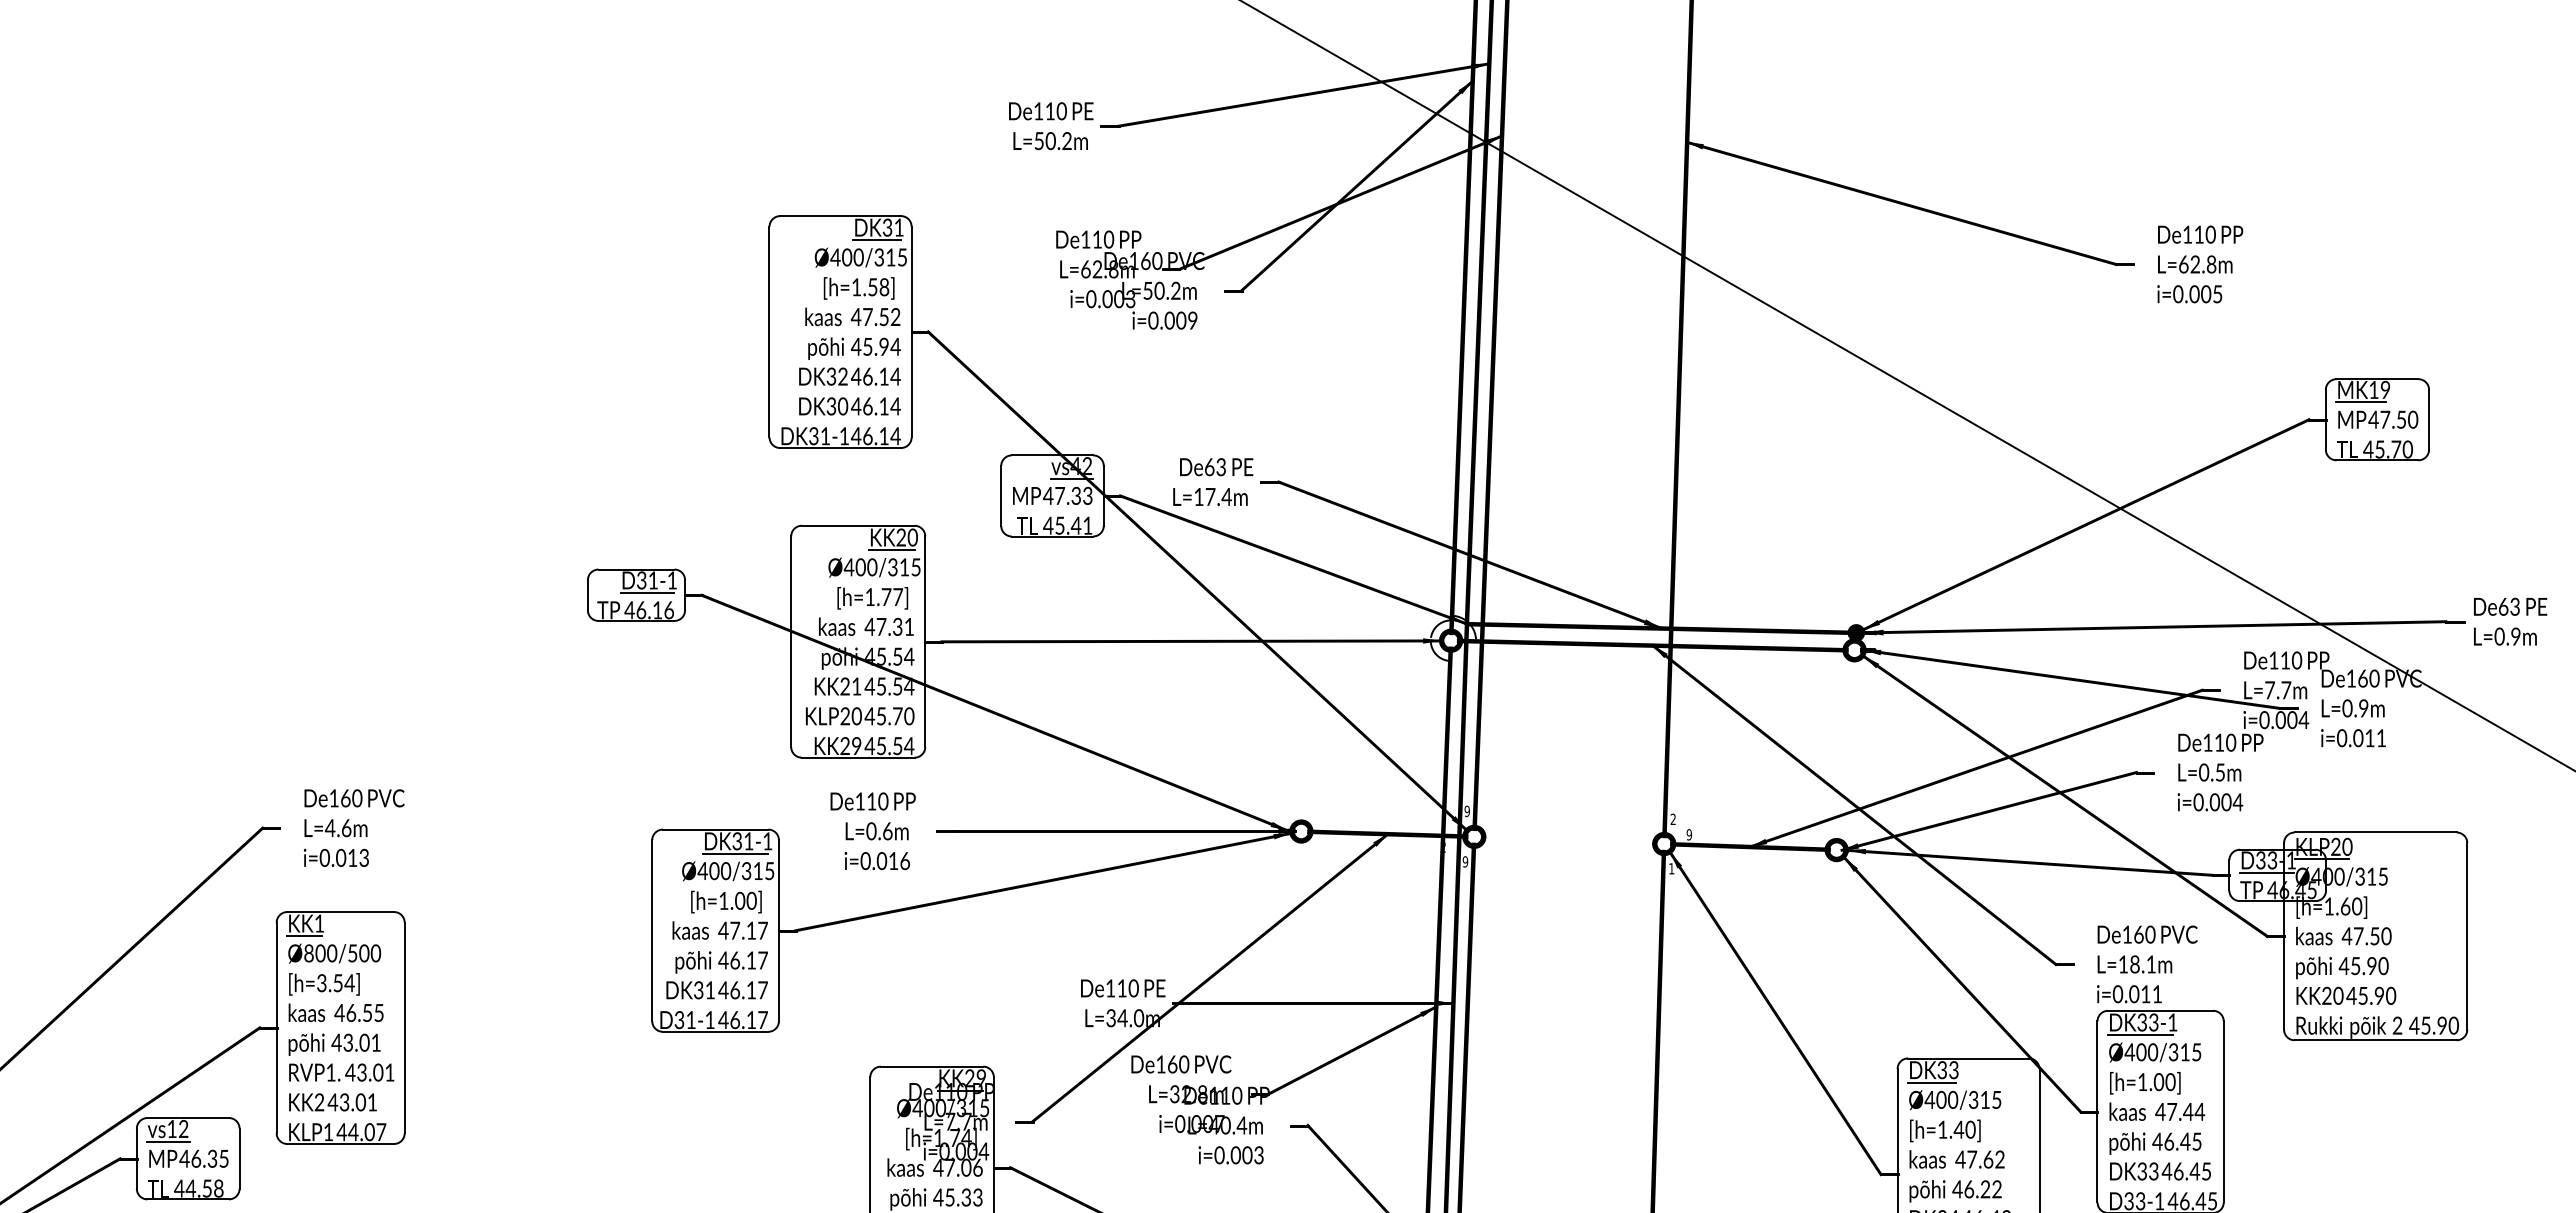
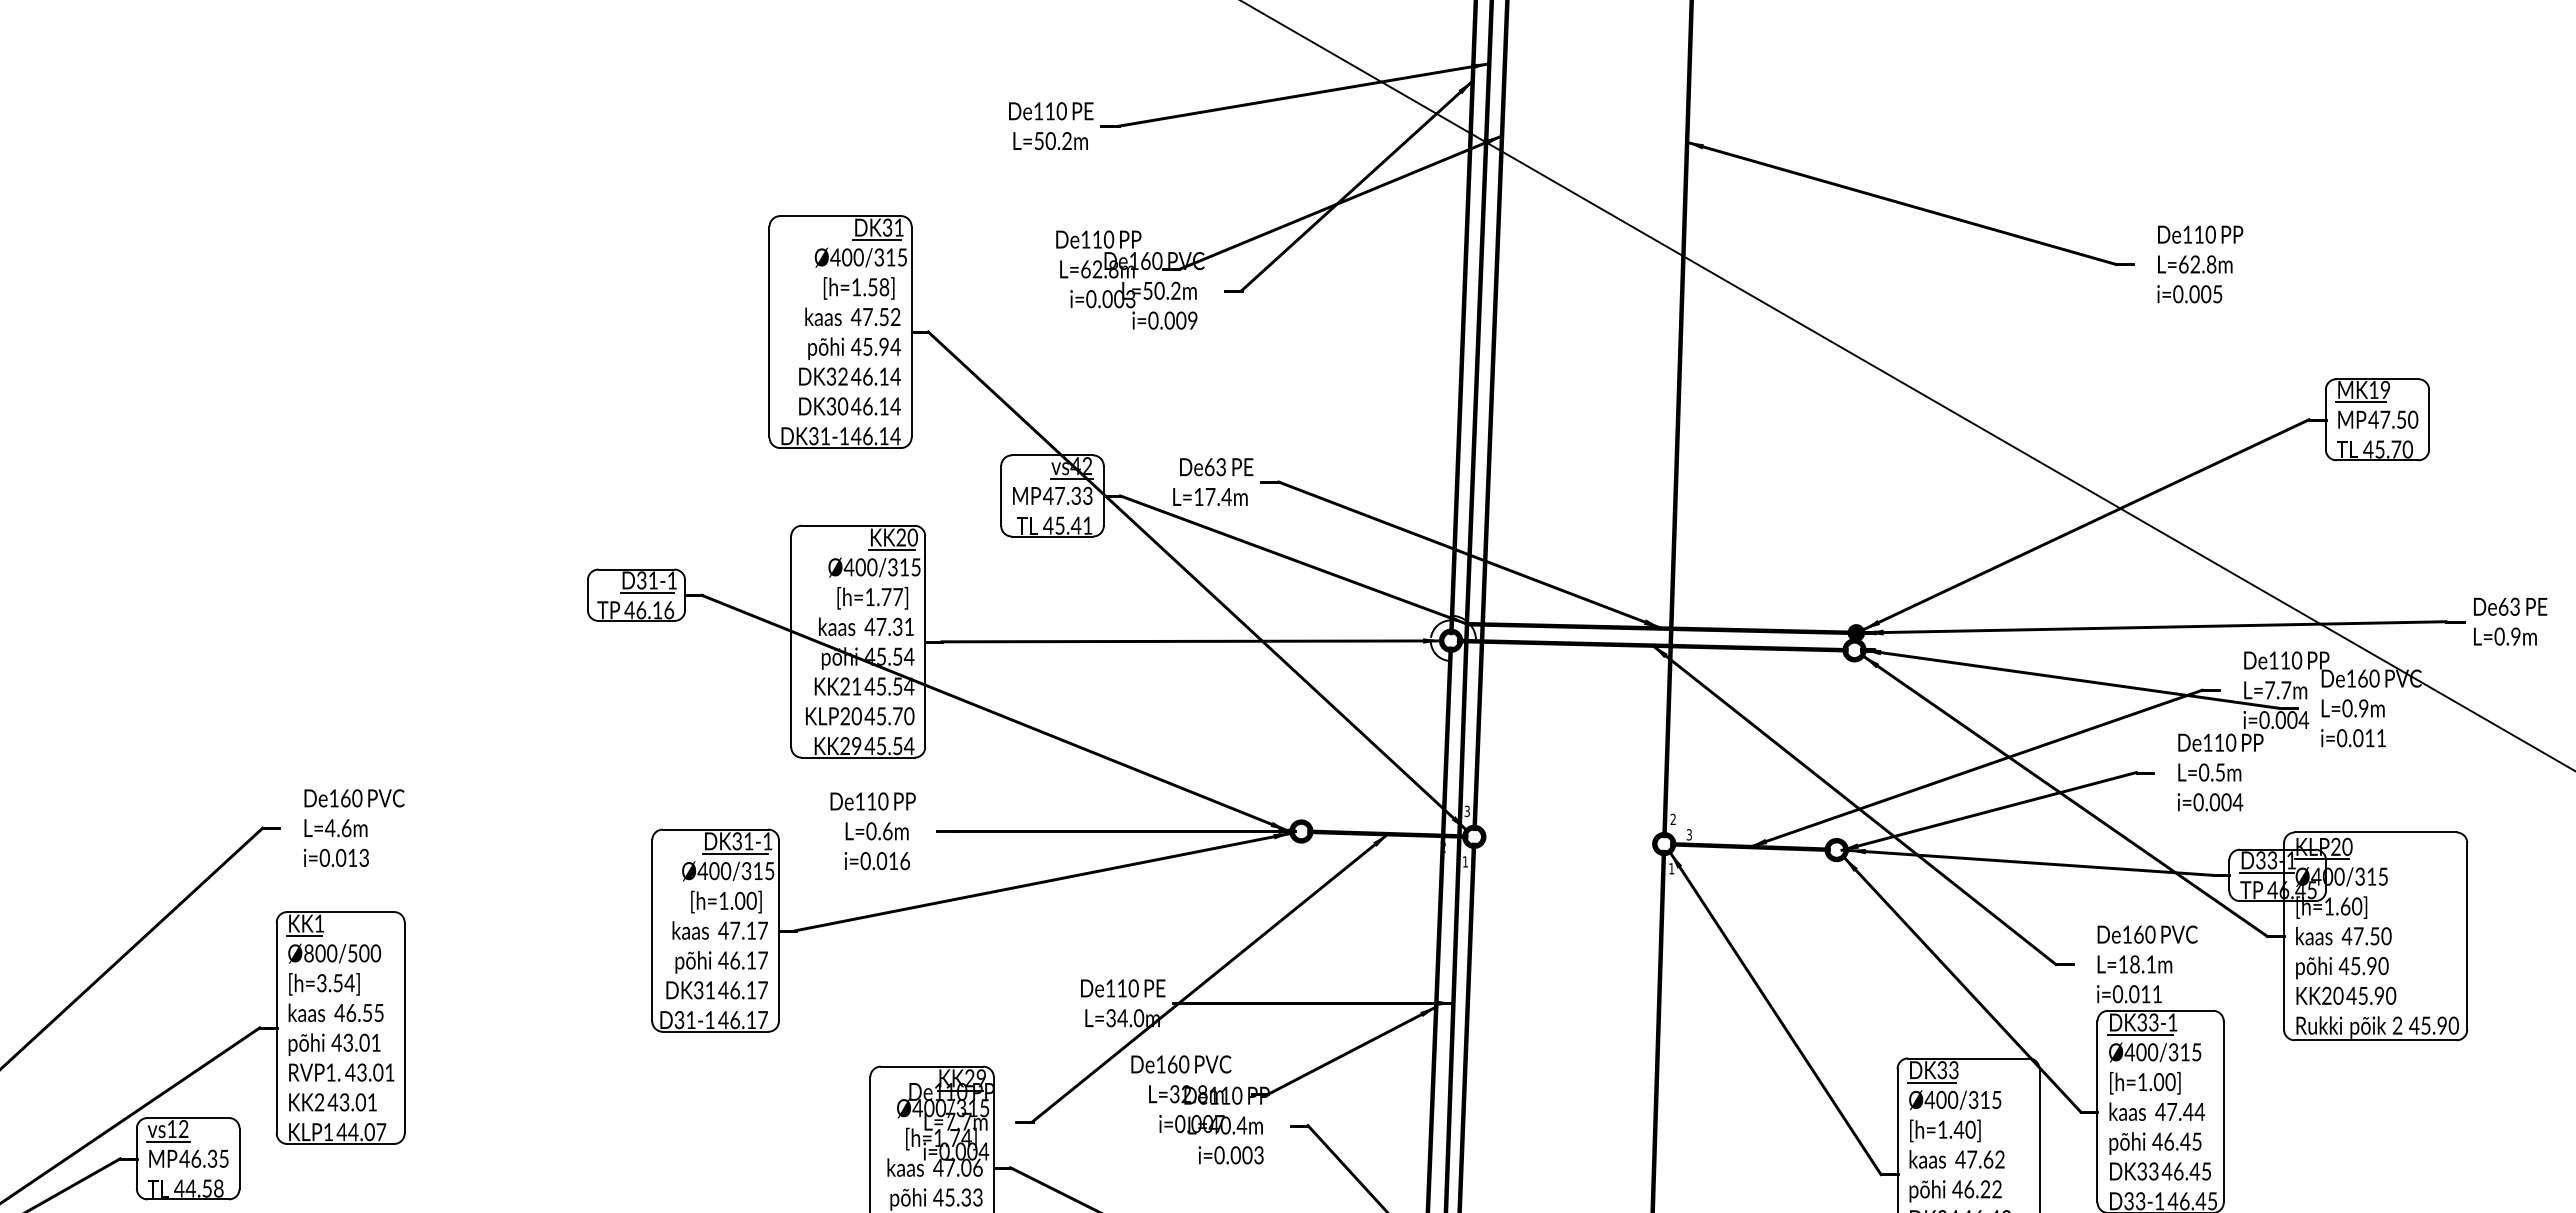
text at (1466, 810): 9 -> 3
text at (1689, 834): 9 -> 3
text at (1465, 861): 9 -> 1
